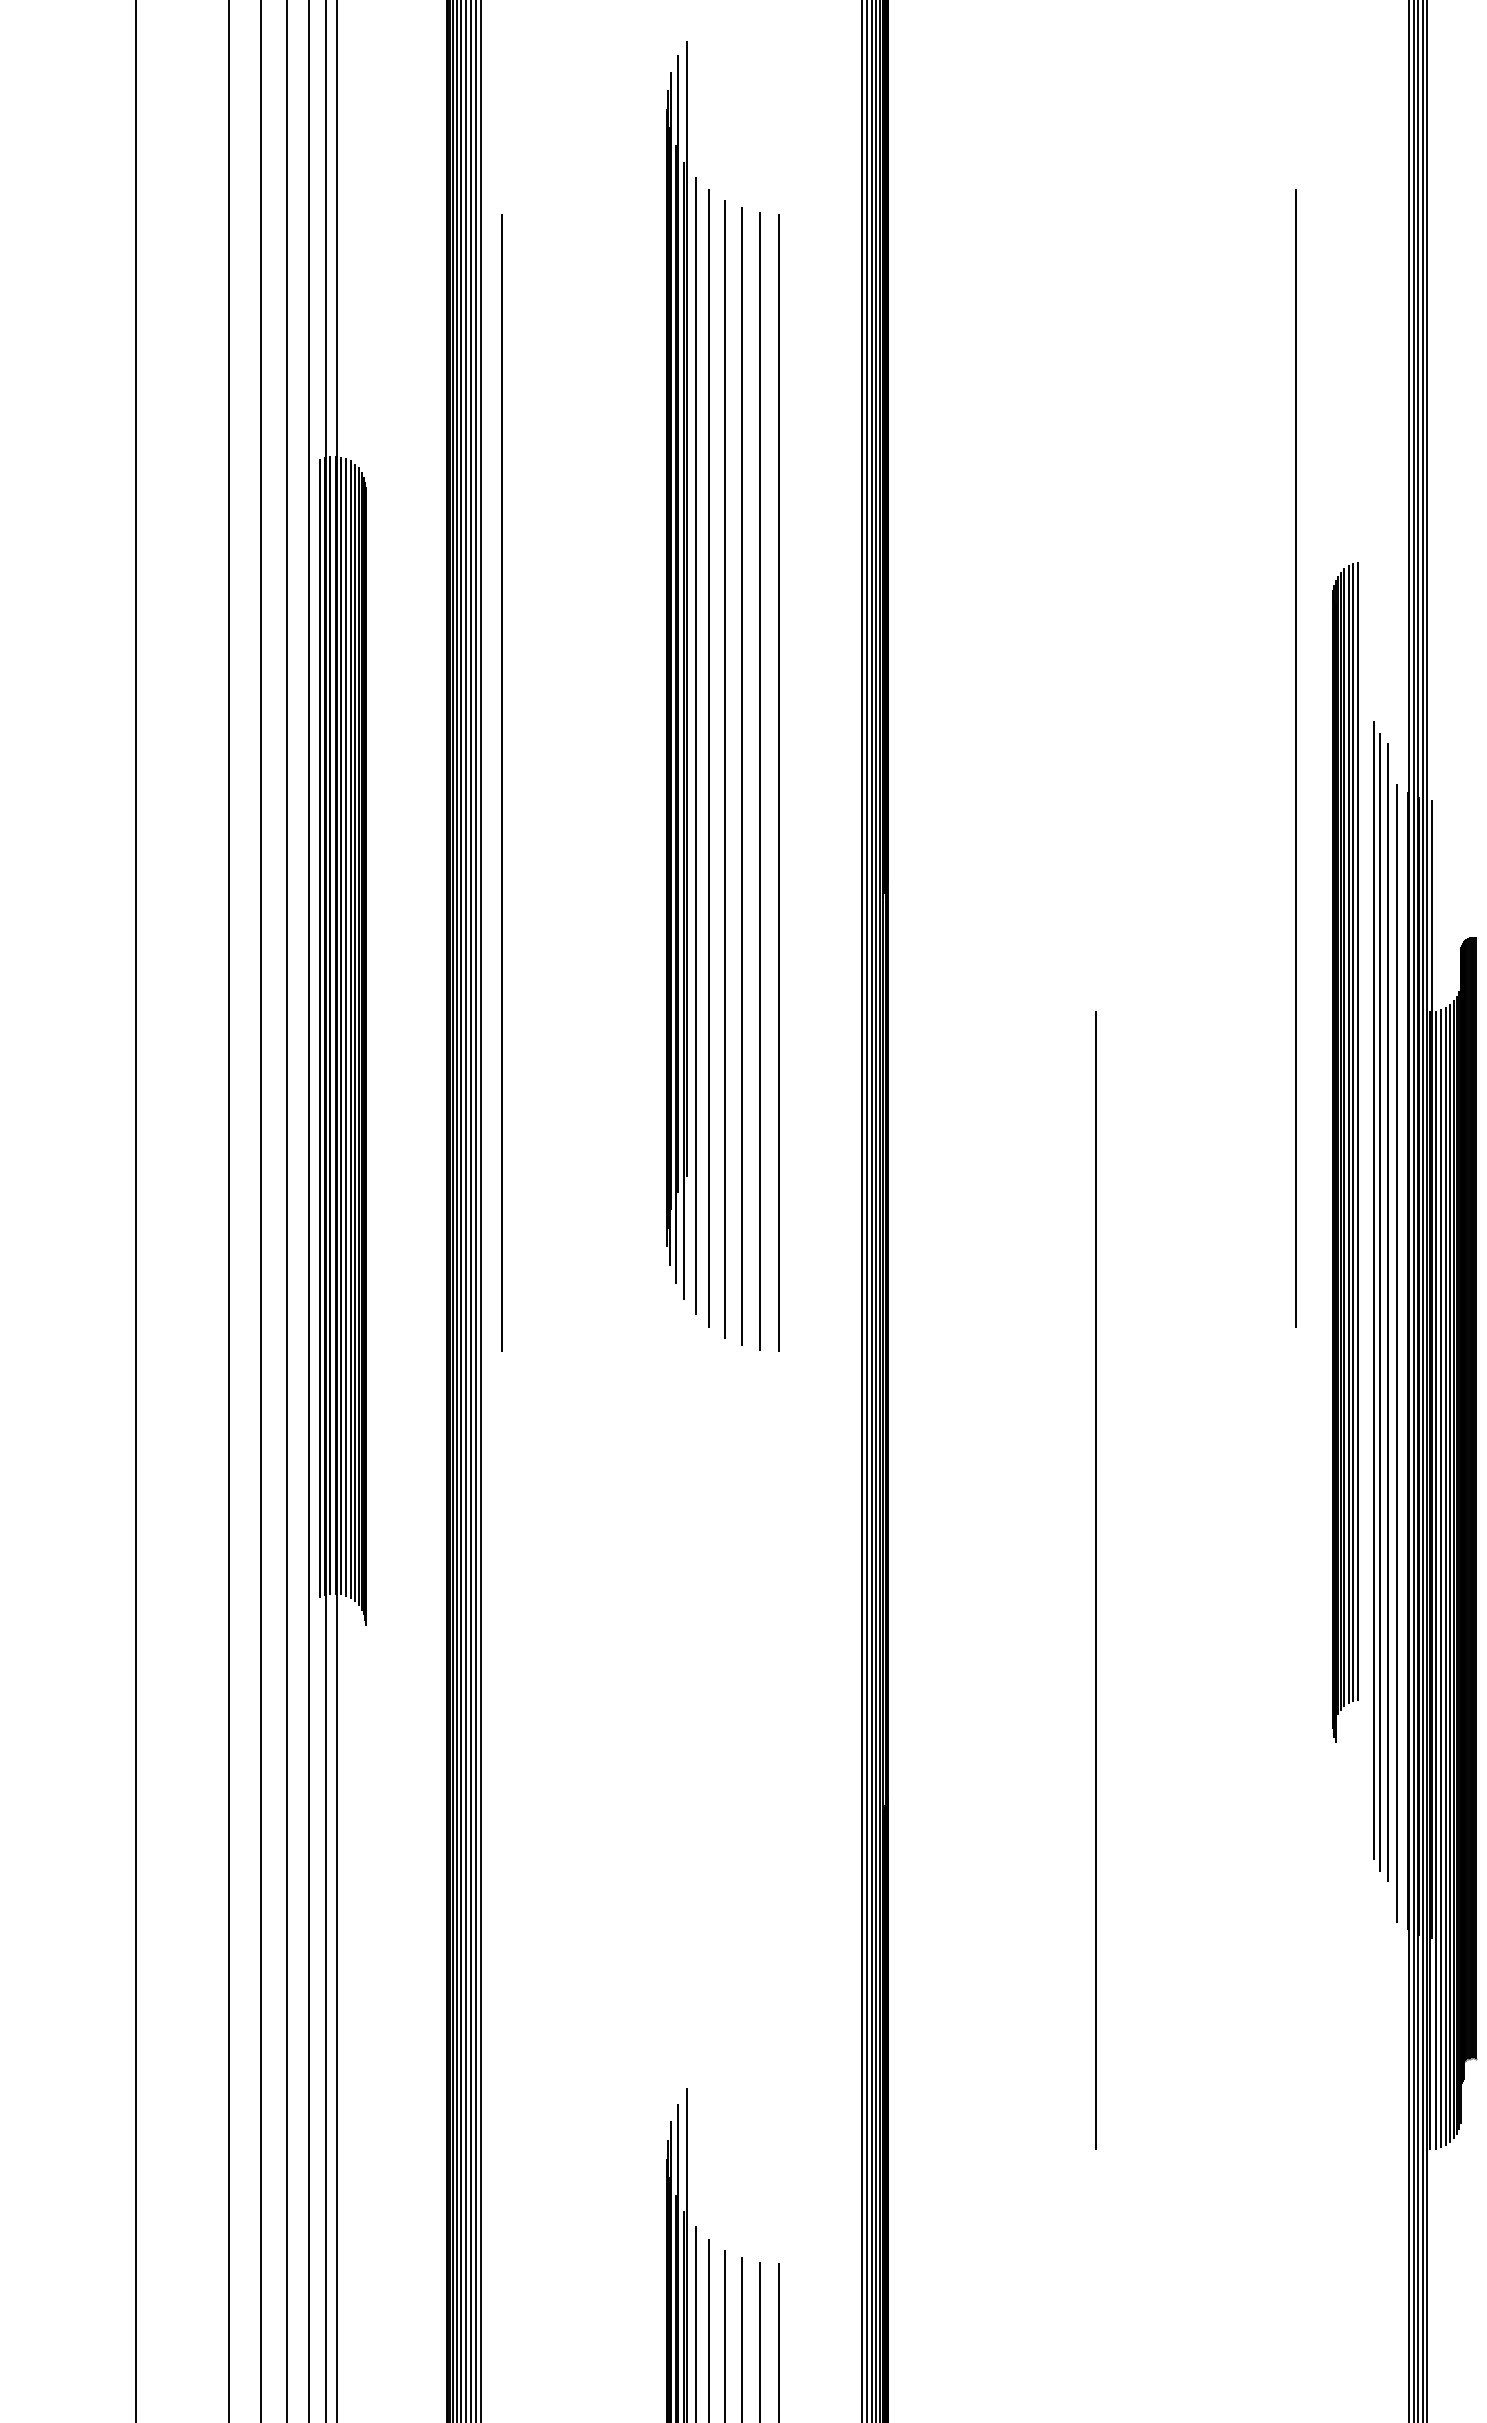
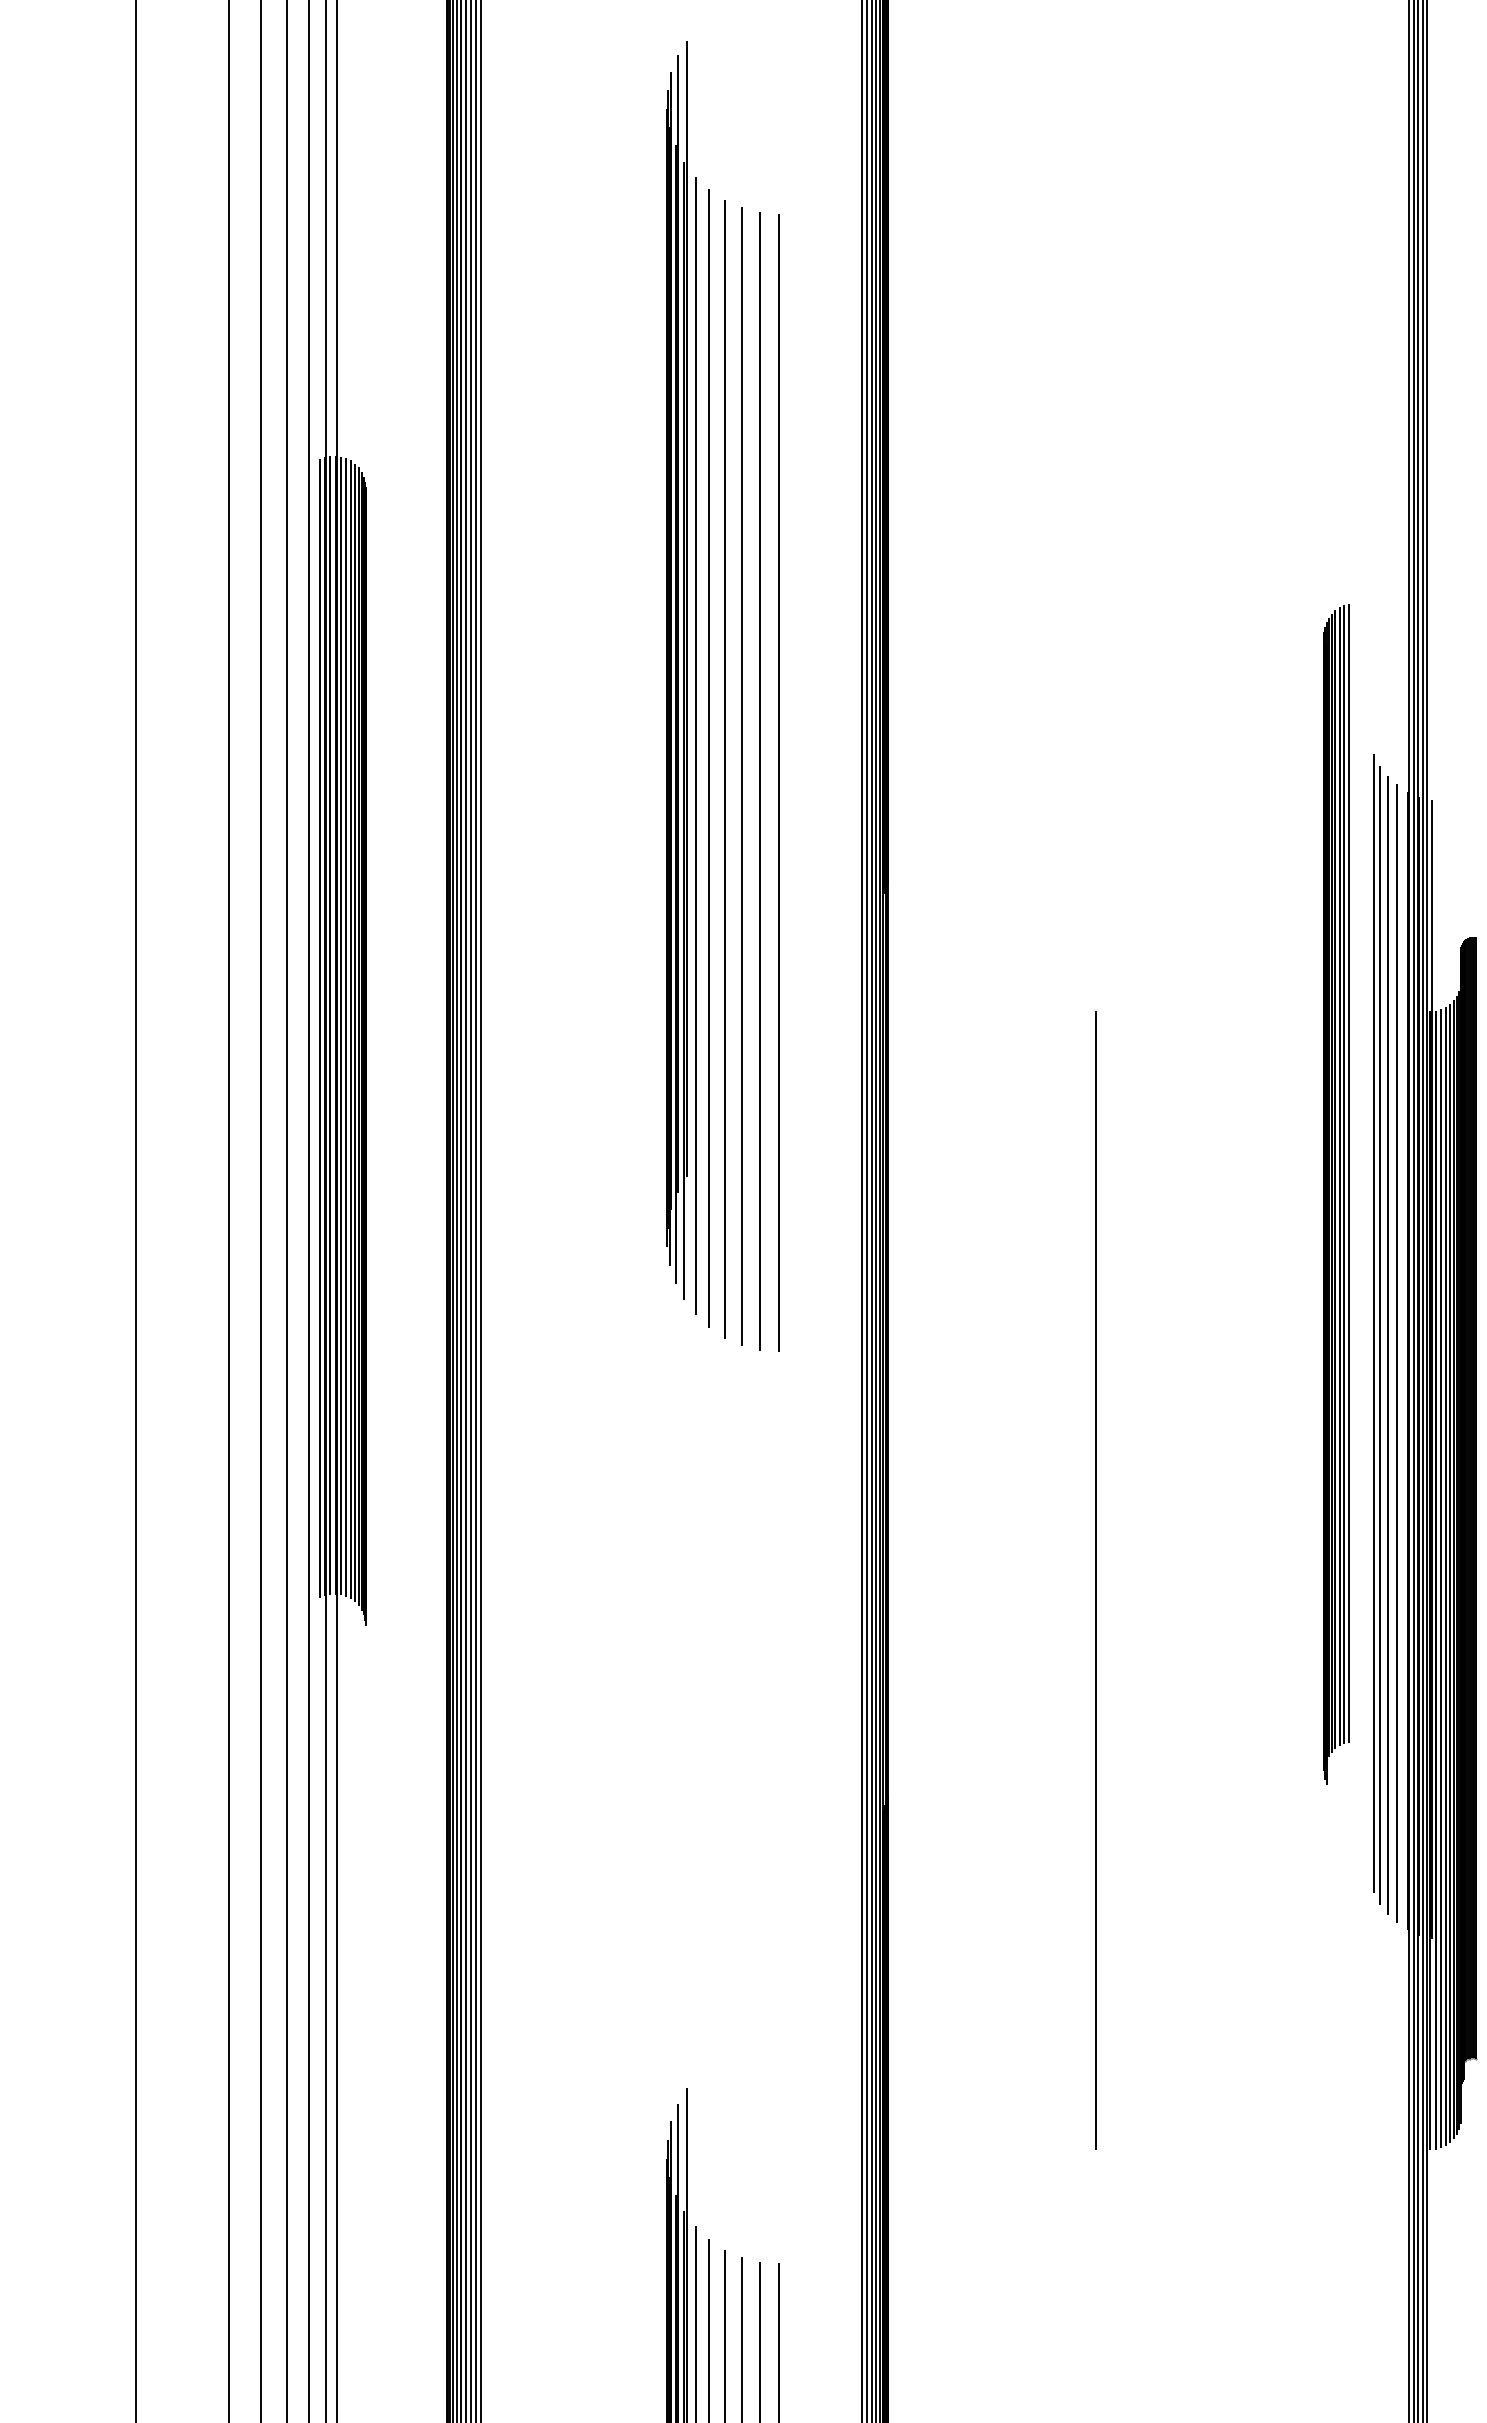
line at (1295, 758): present -> none
line at (501, 782): present -> none
part at (1345, 1152) position: (1345, 1152) -> (1336, 1194)
part at (1380, 1301) position: (1380, 1301) -> (1380, 1334)
